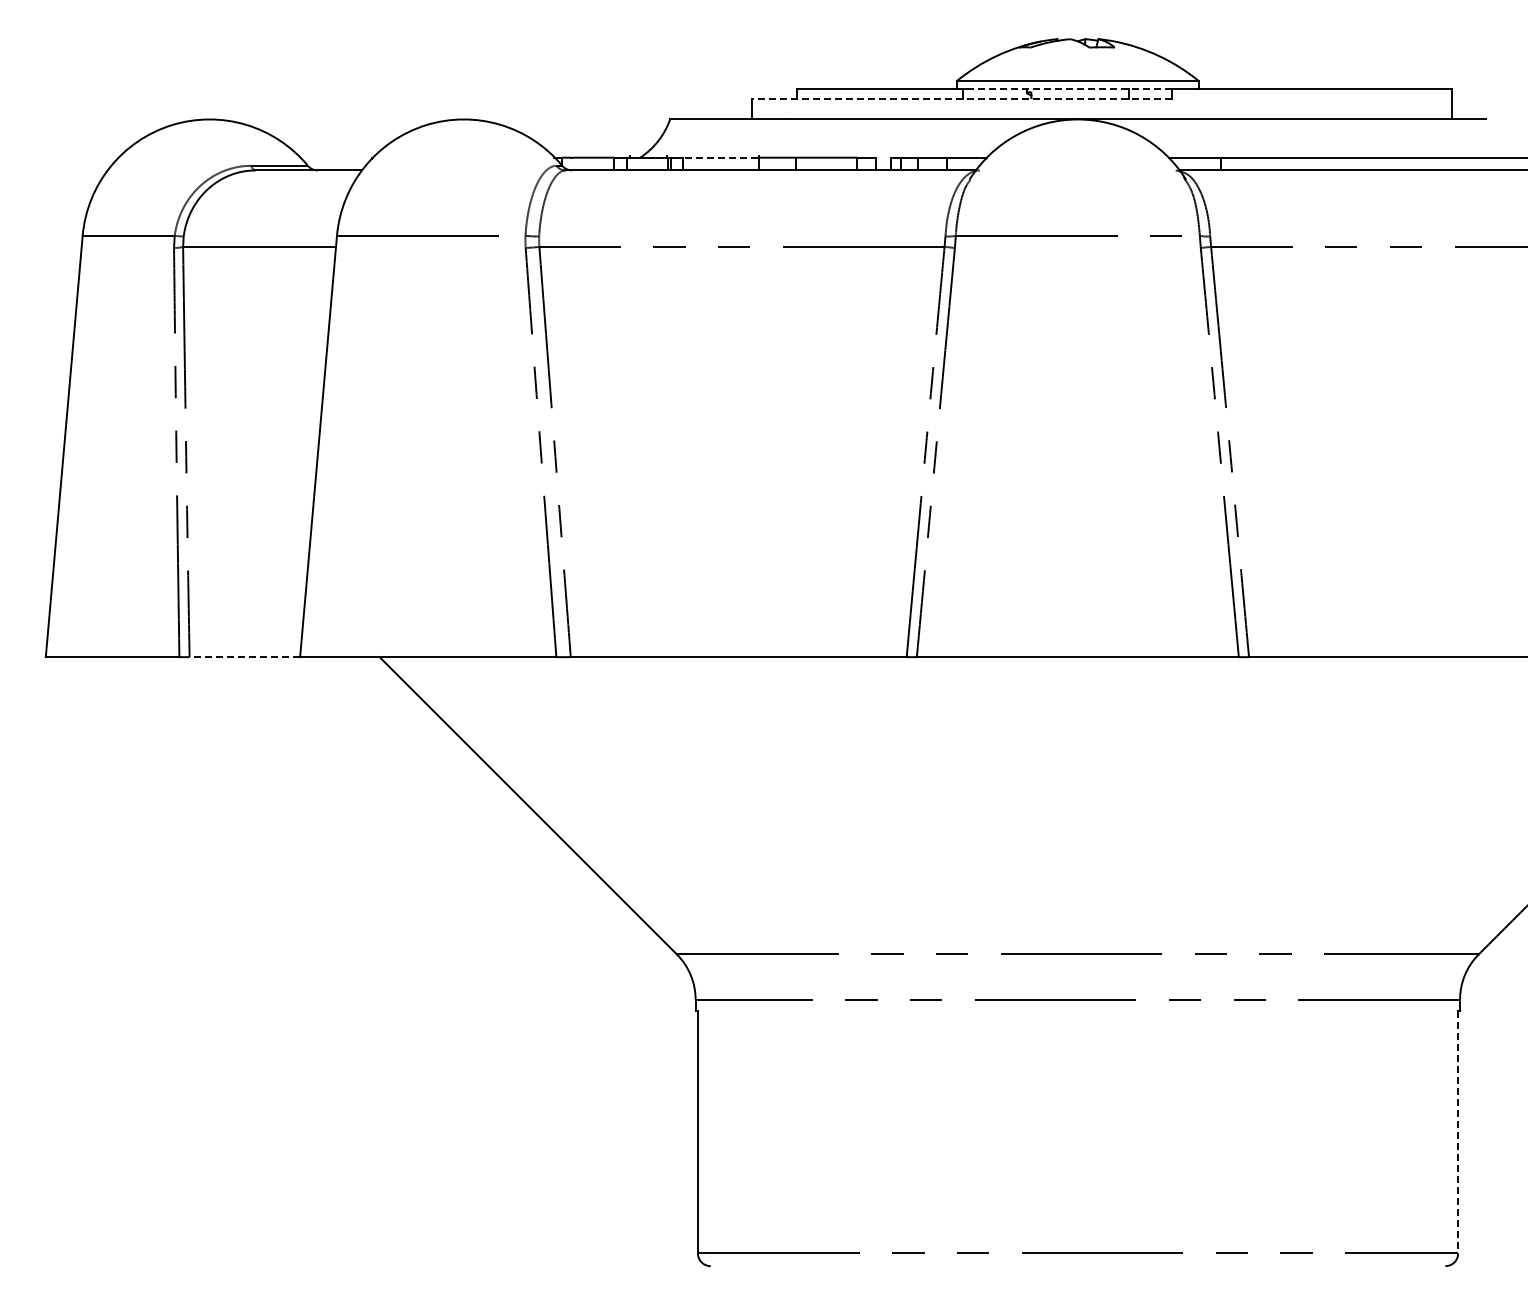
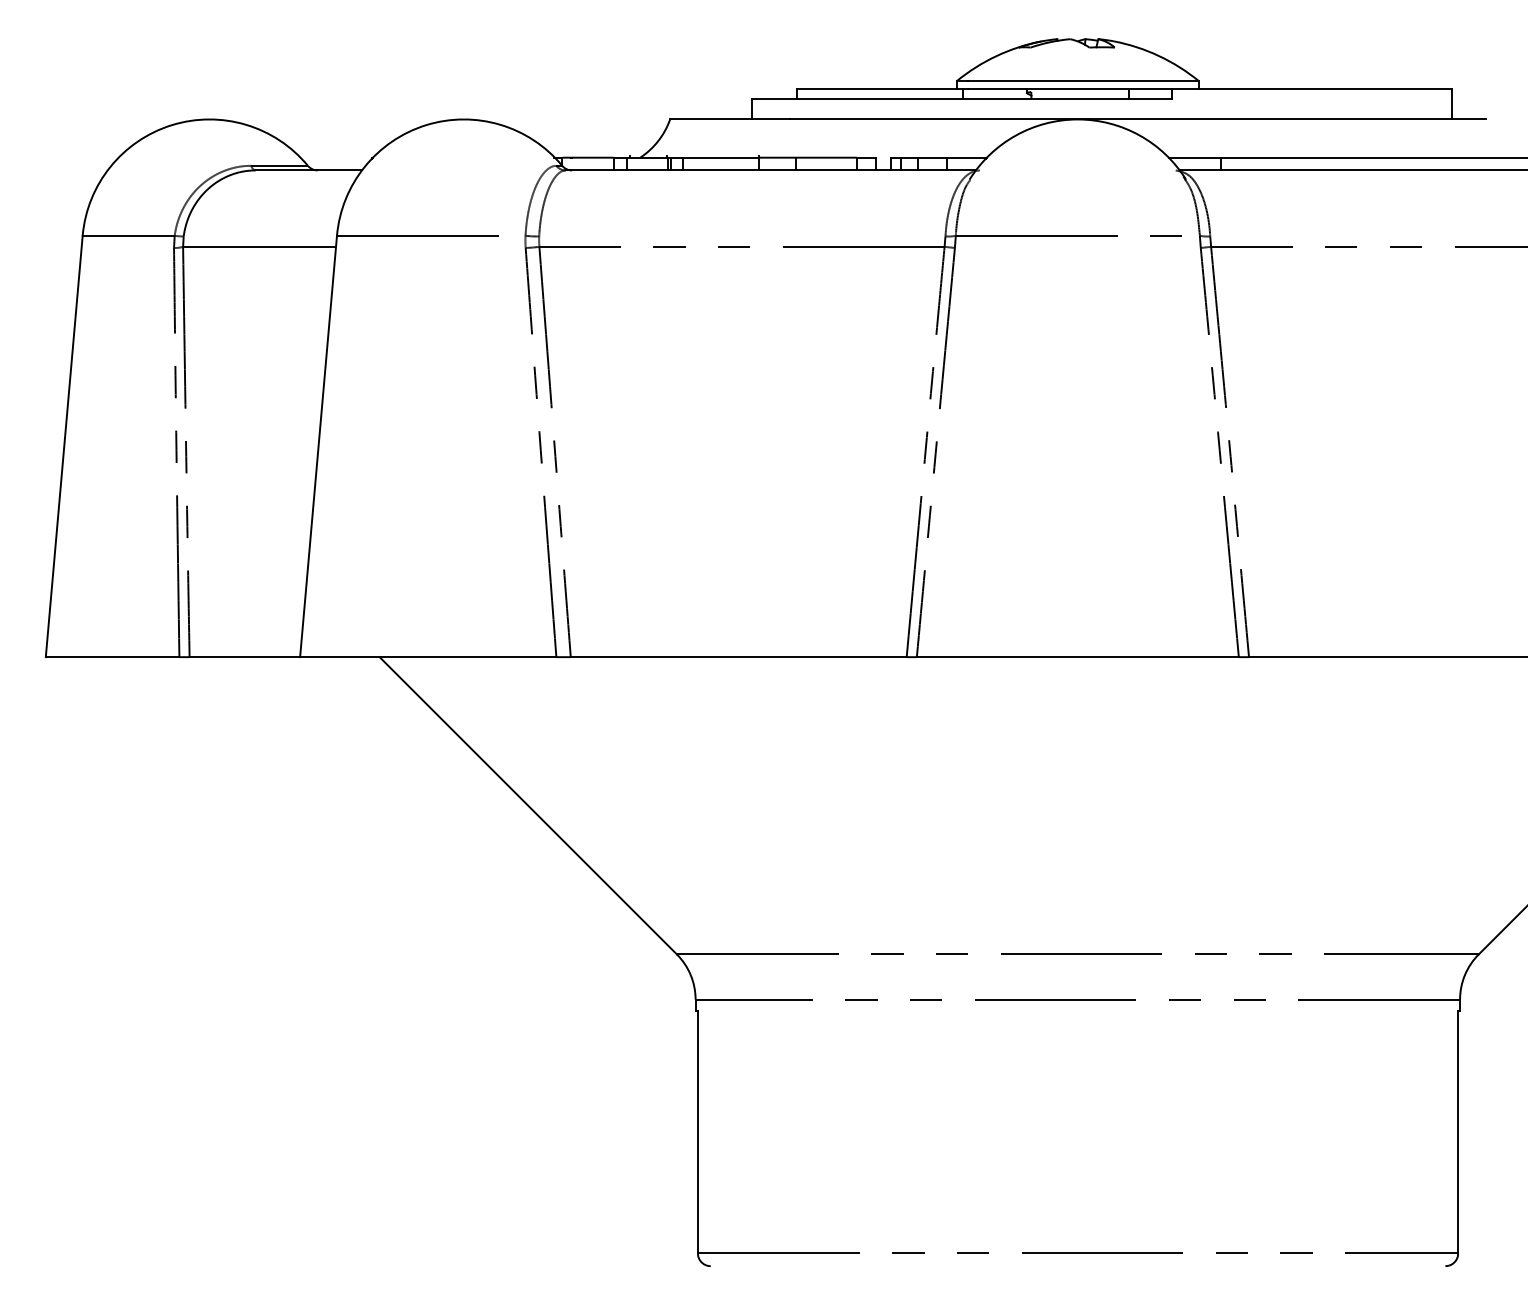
line at (1069, 88): dashed -> solid
line at (961, 99): dashed -> solid
line at (720, 157): dashed -> solid
line at (244, 657): dashed -> solid
line at (1458, 1132): dashed -> solid
